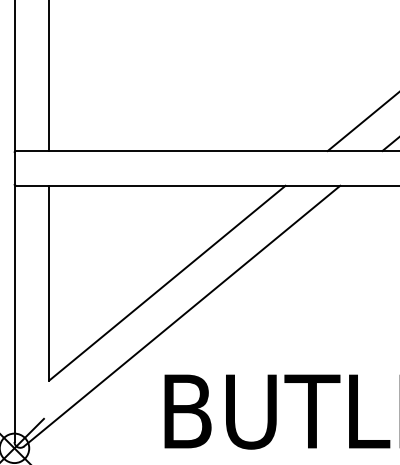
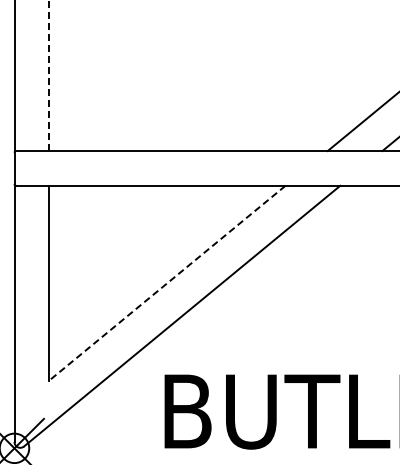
line at (49, 75): solid -> dashed
line at (167, 283): solid -> dashed
